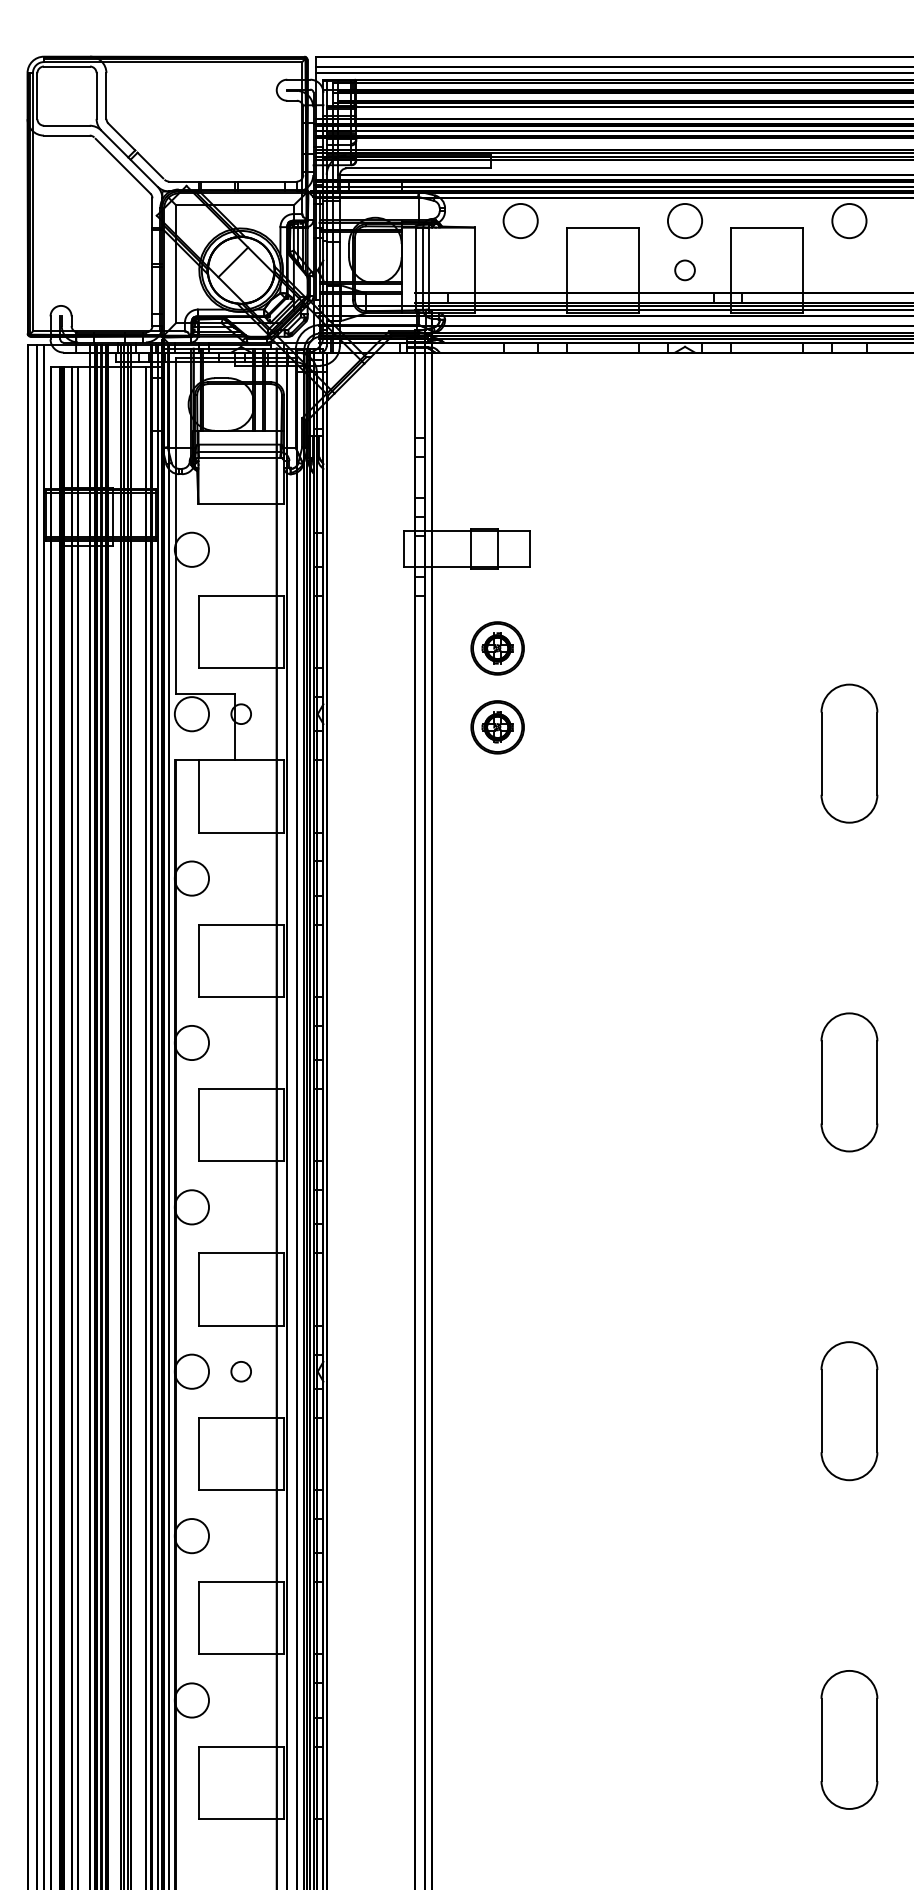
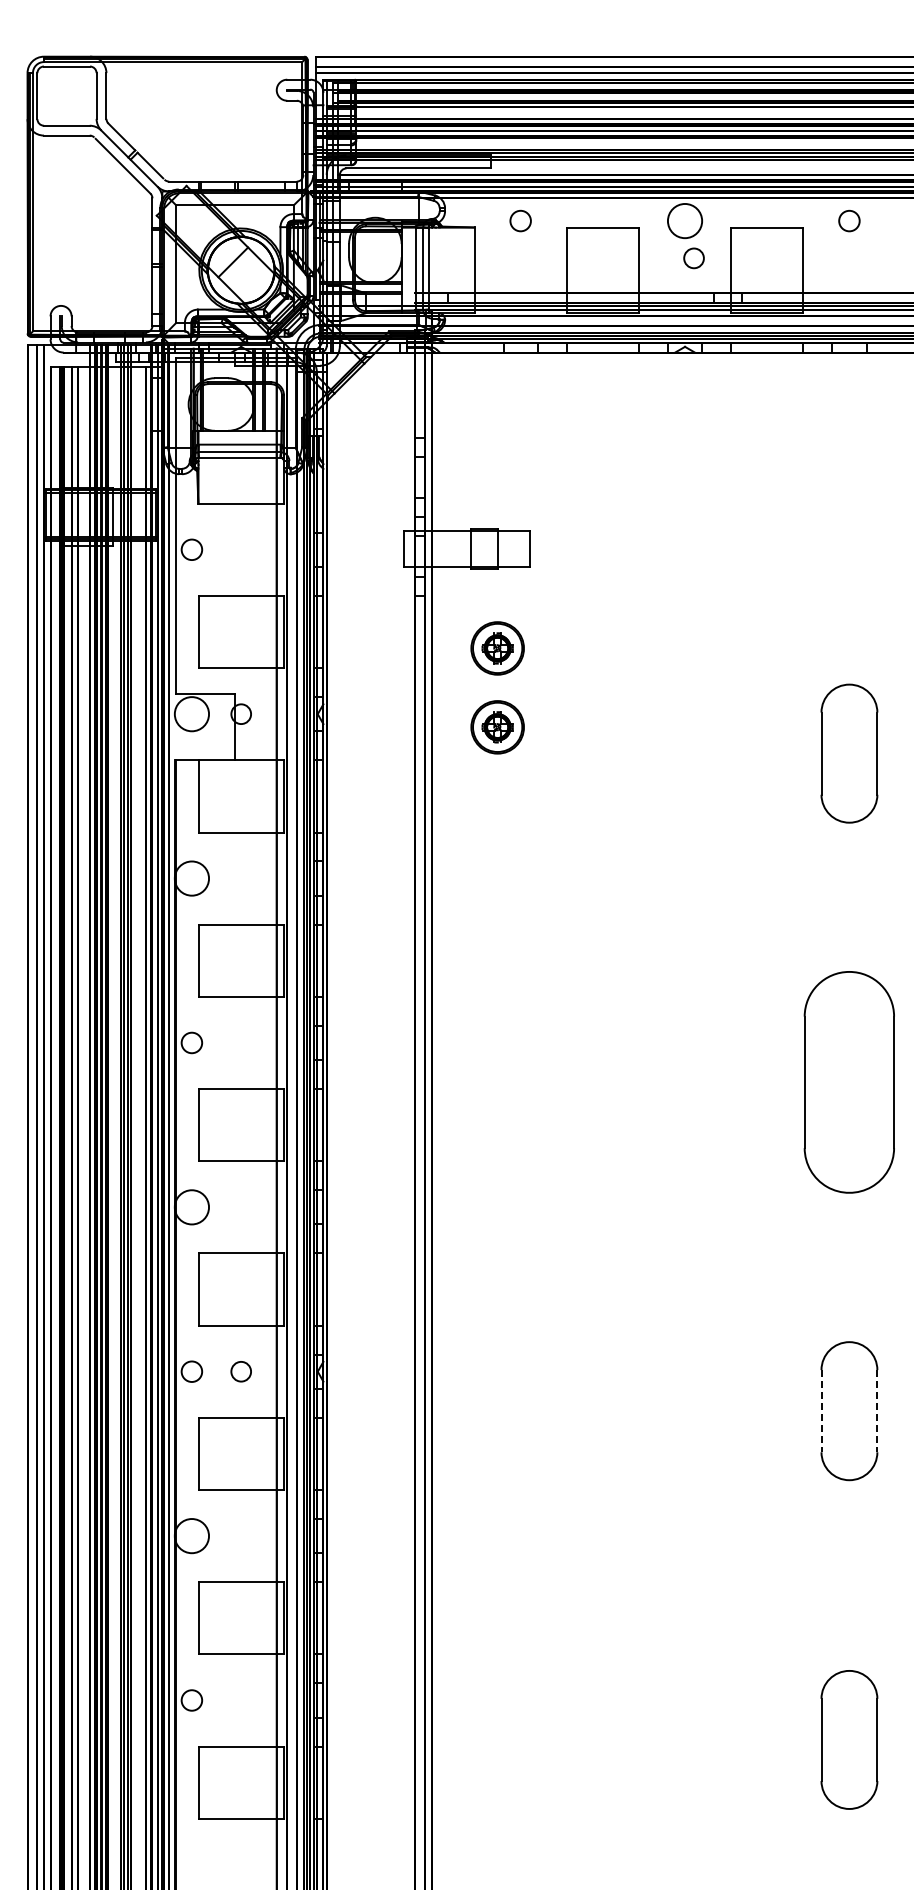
circle at (520, 220) diameter: 34 px -> 21 px
circle at (849, 220) diameter: 34 px -> 21 px
circle at (684, 270) position: (684, 270) -> (693, 258)
circle at (191, 549) diameter: 34 px -> 21 px
circle at (191, 1042) diameter: 34 px -> 21 px
part at (849, 1082) size: 59x141 px -> 92x223 px
circle at (191, 1371) diameter: 34 px -> 21 px
line at (821, 1411): solid -> dashed
line at (877, 1411): solid -> dashed
circle at (191, 1700) diameter: 34 px -> 21 px
